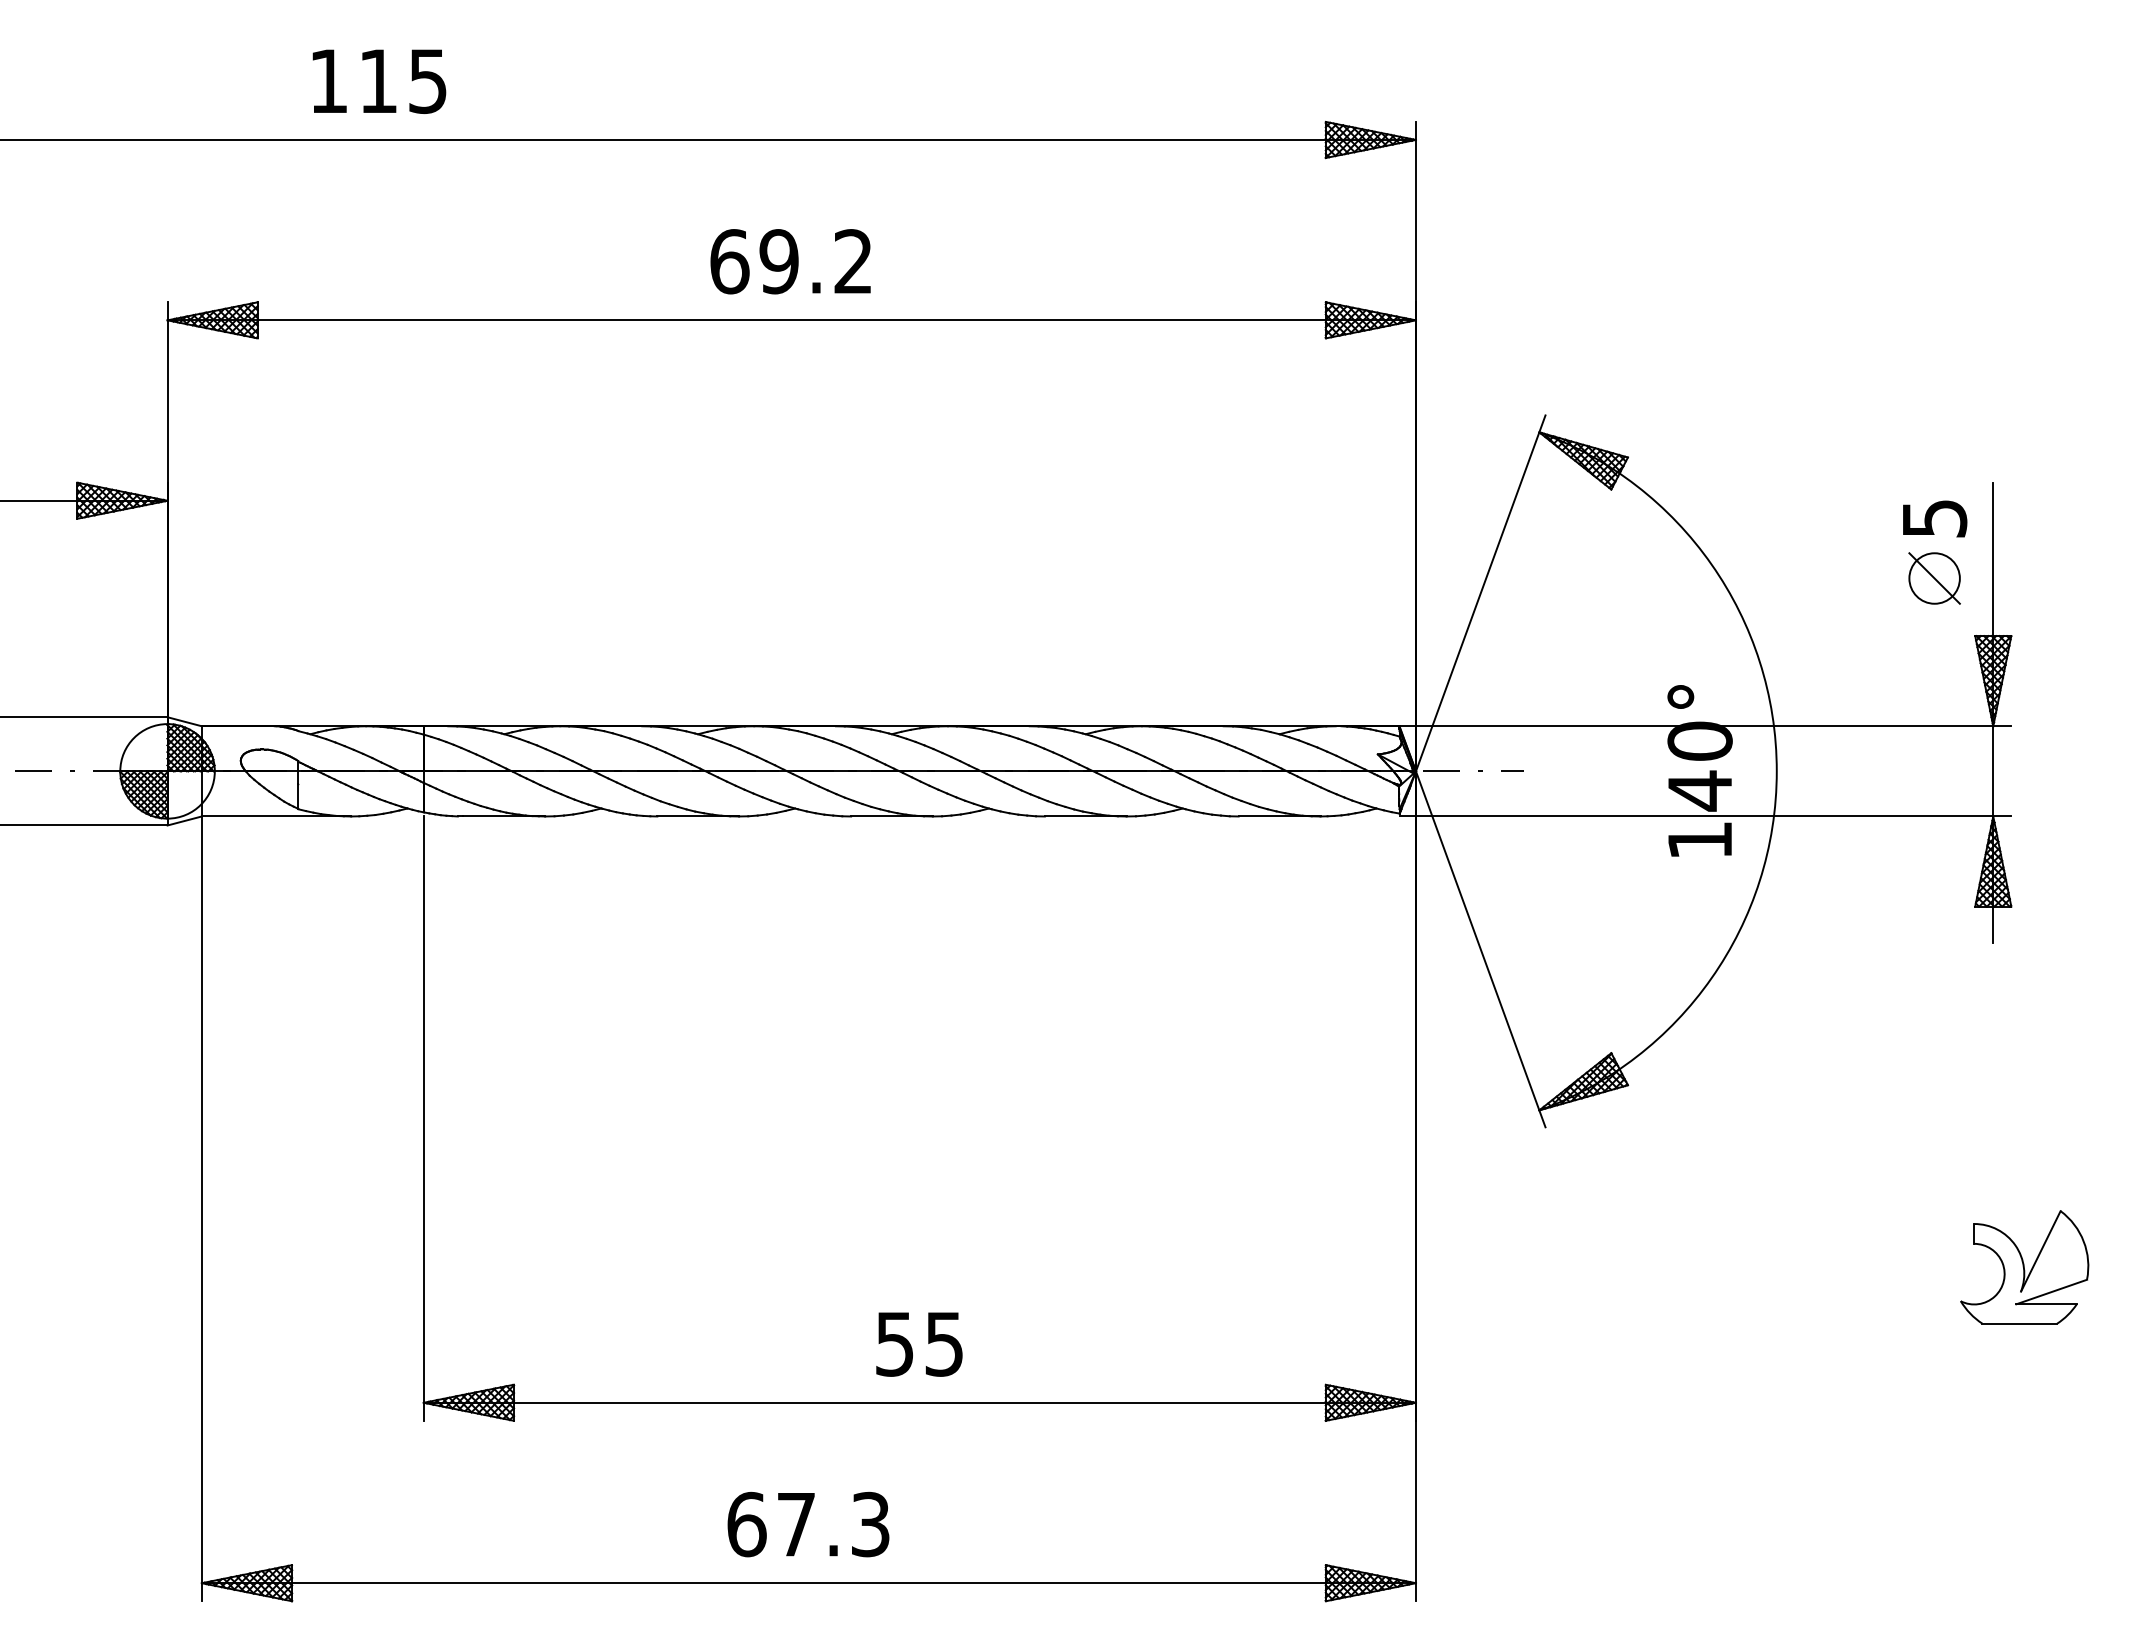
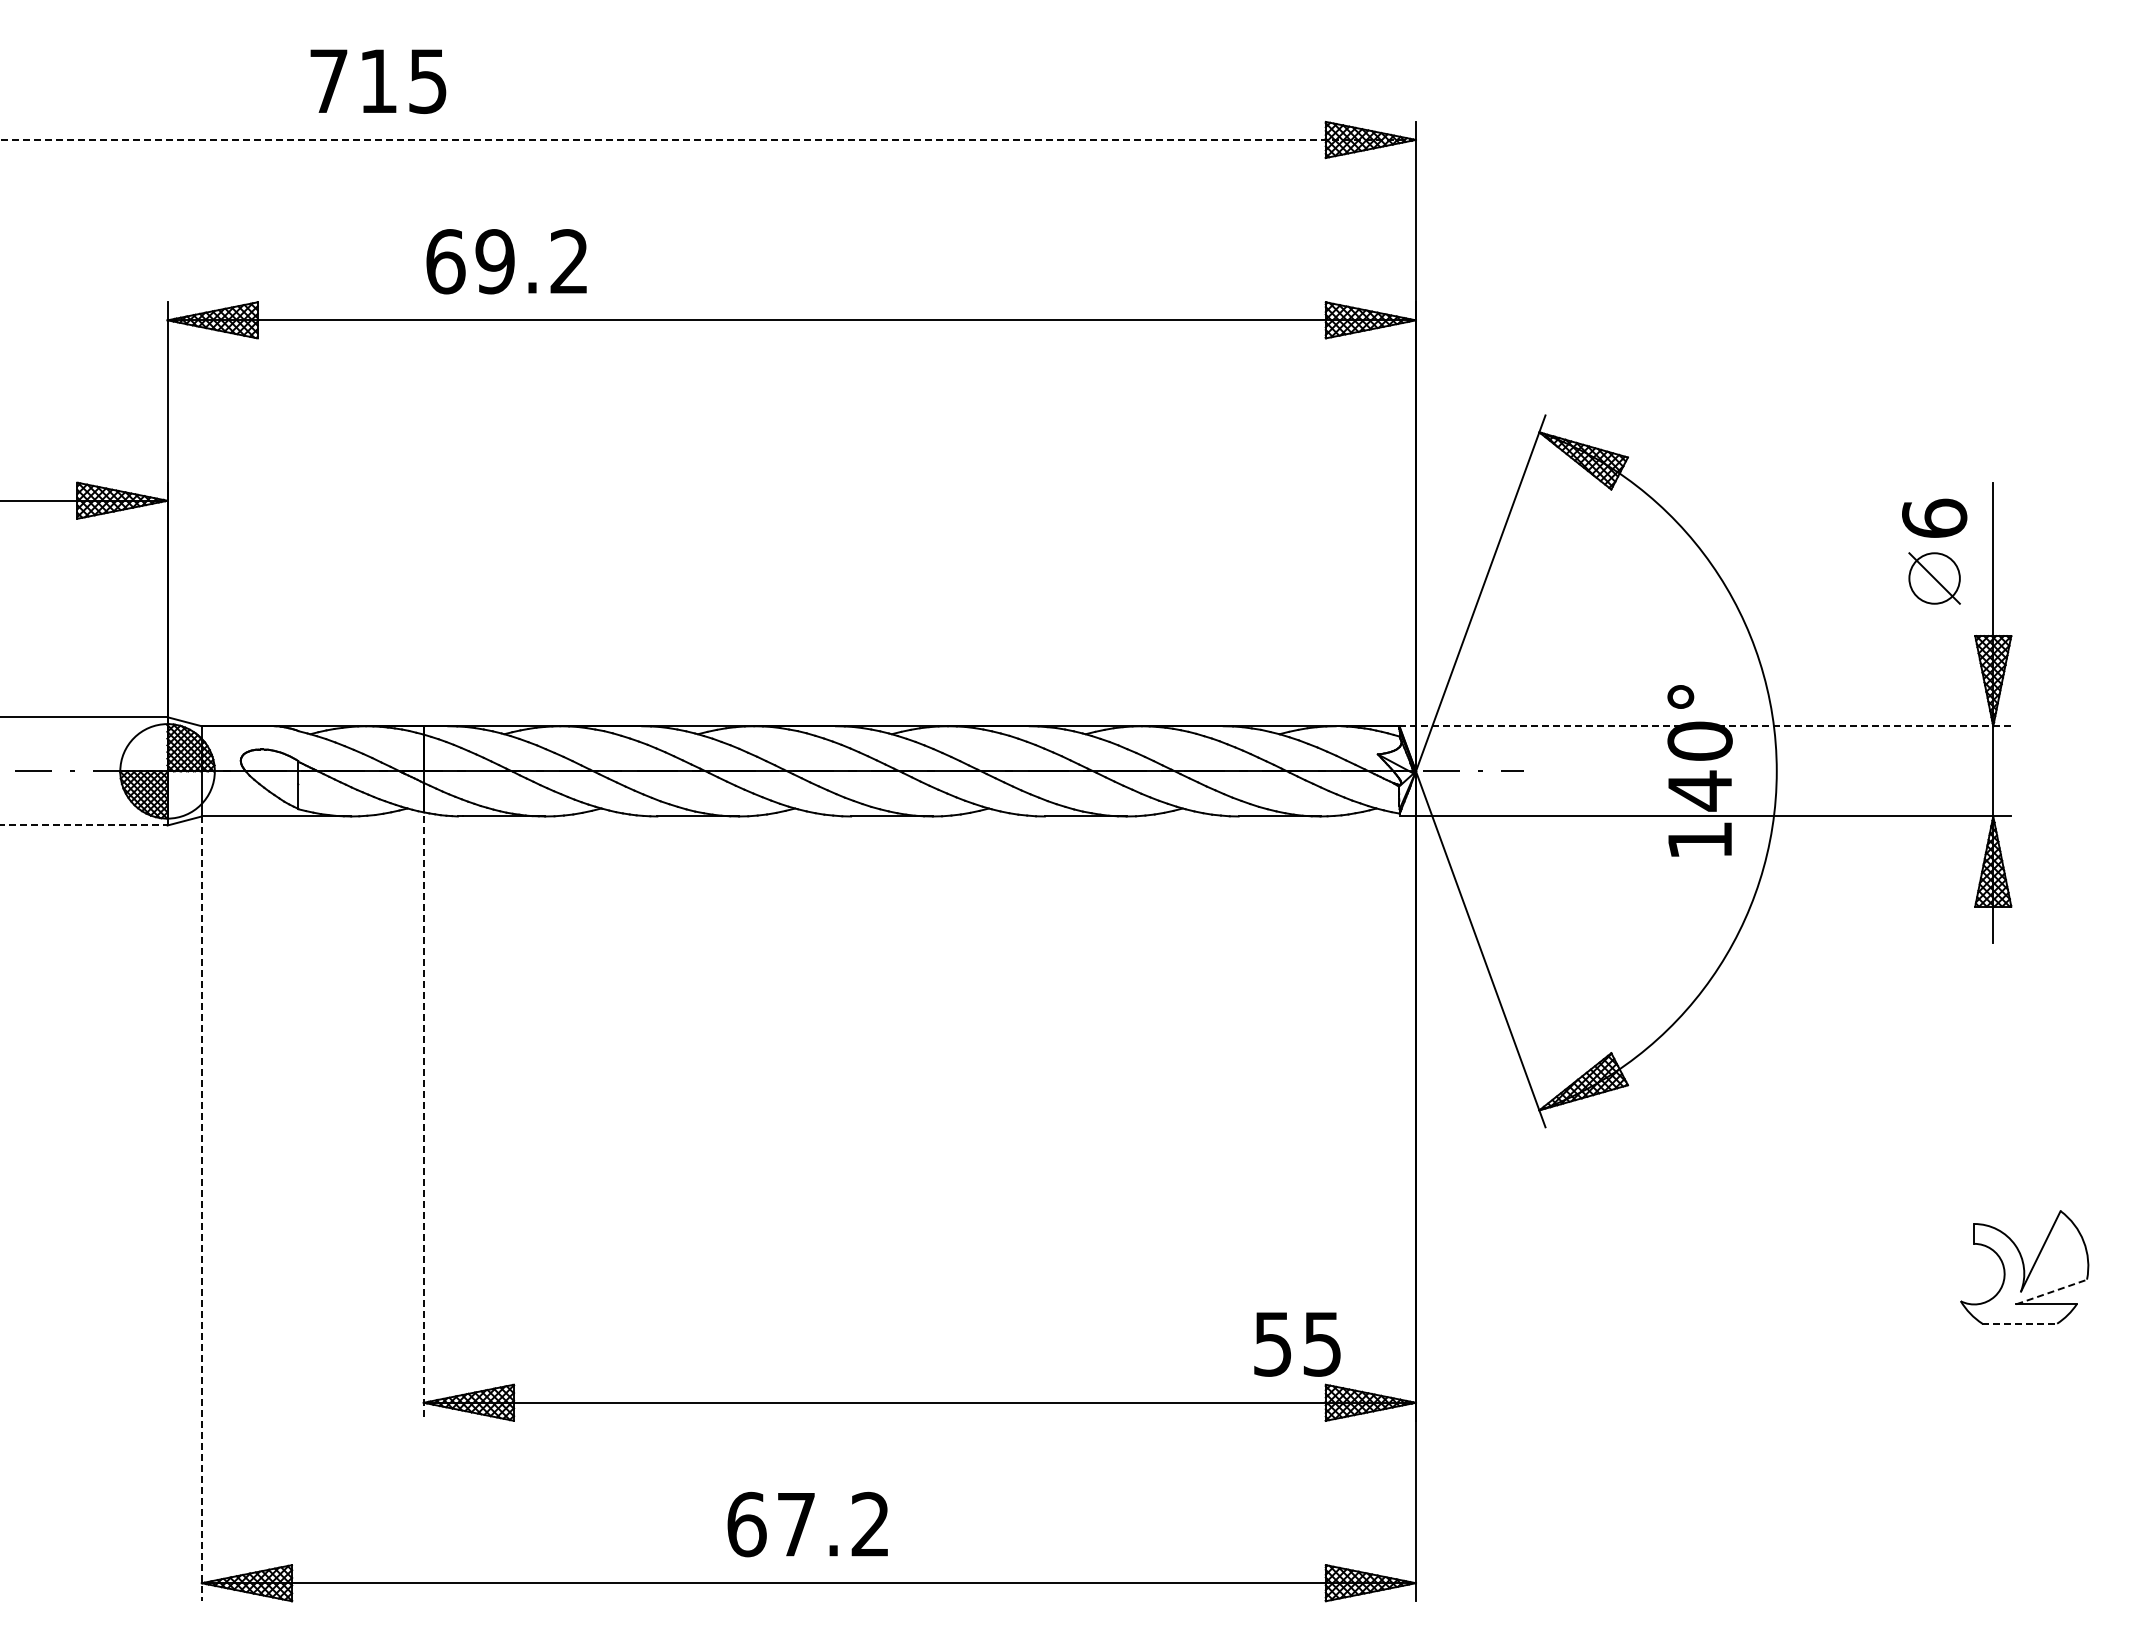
text at (328, 80): 115 -> 715
line at (708, 139): solid -> dashed
text at (790, 261) position: (790, 261) -> (506, 261)
text at (1934, 517): 5 -> 6
line at (1705, 726): solid -> dashed
line at (84, 825): solid -> dashed
line at (423, 1119): solid -> dashed
line at (201, 1209): solid -> dashed
line at (2052, 1291): solid -> dashed
line at (2020, 1323): solid -> dashed
text at (919, 1344) position: (919, 1344) -> (1297, 1344)
text at (870, 1524): 67.3 -> 67.2
